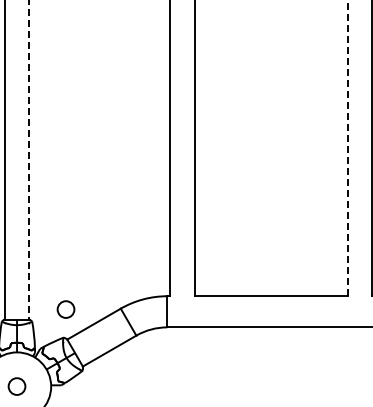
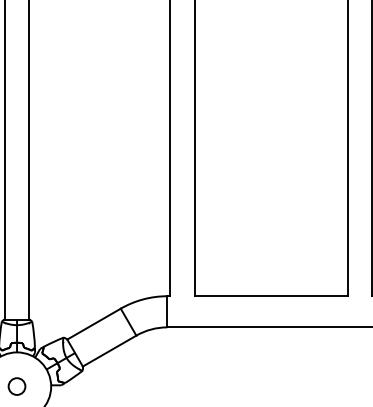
line at (347, 148): dashed -> solid
line at (29, 160): dashed -> solid
circle at (65, 309): present -> none
